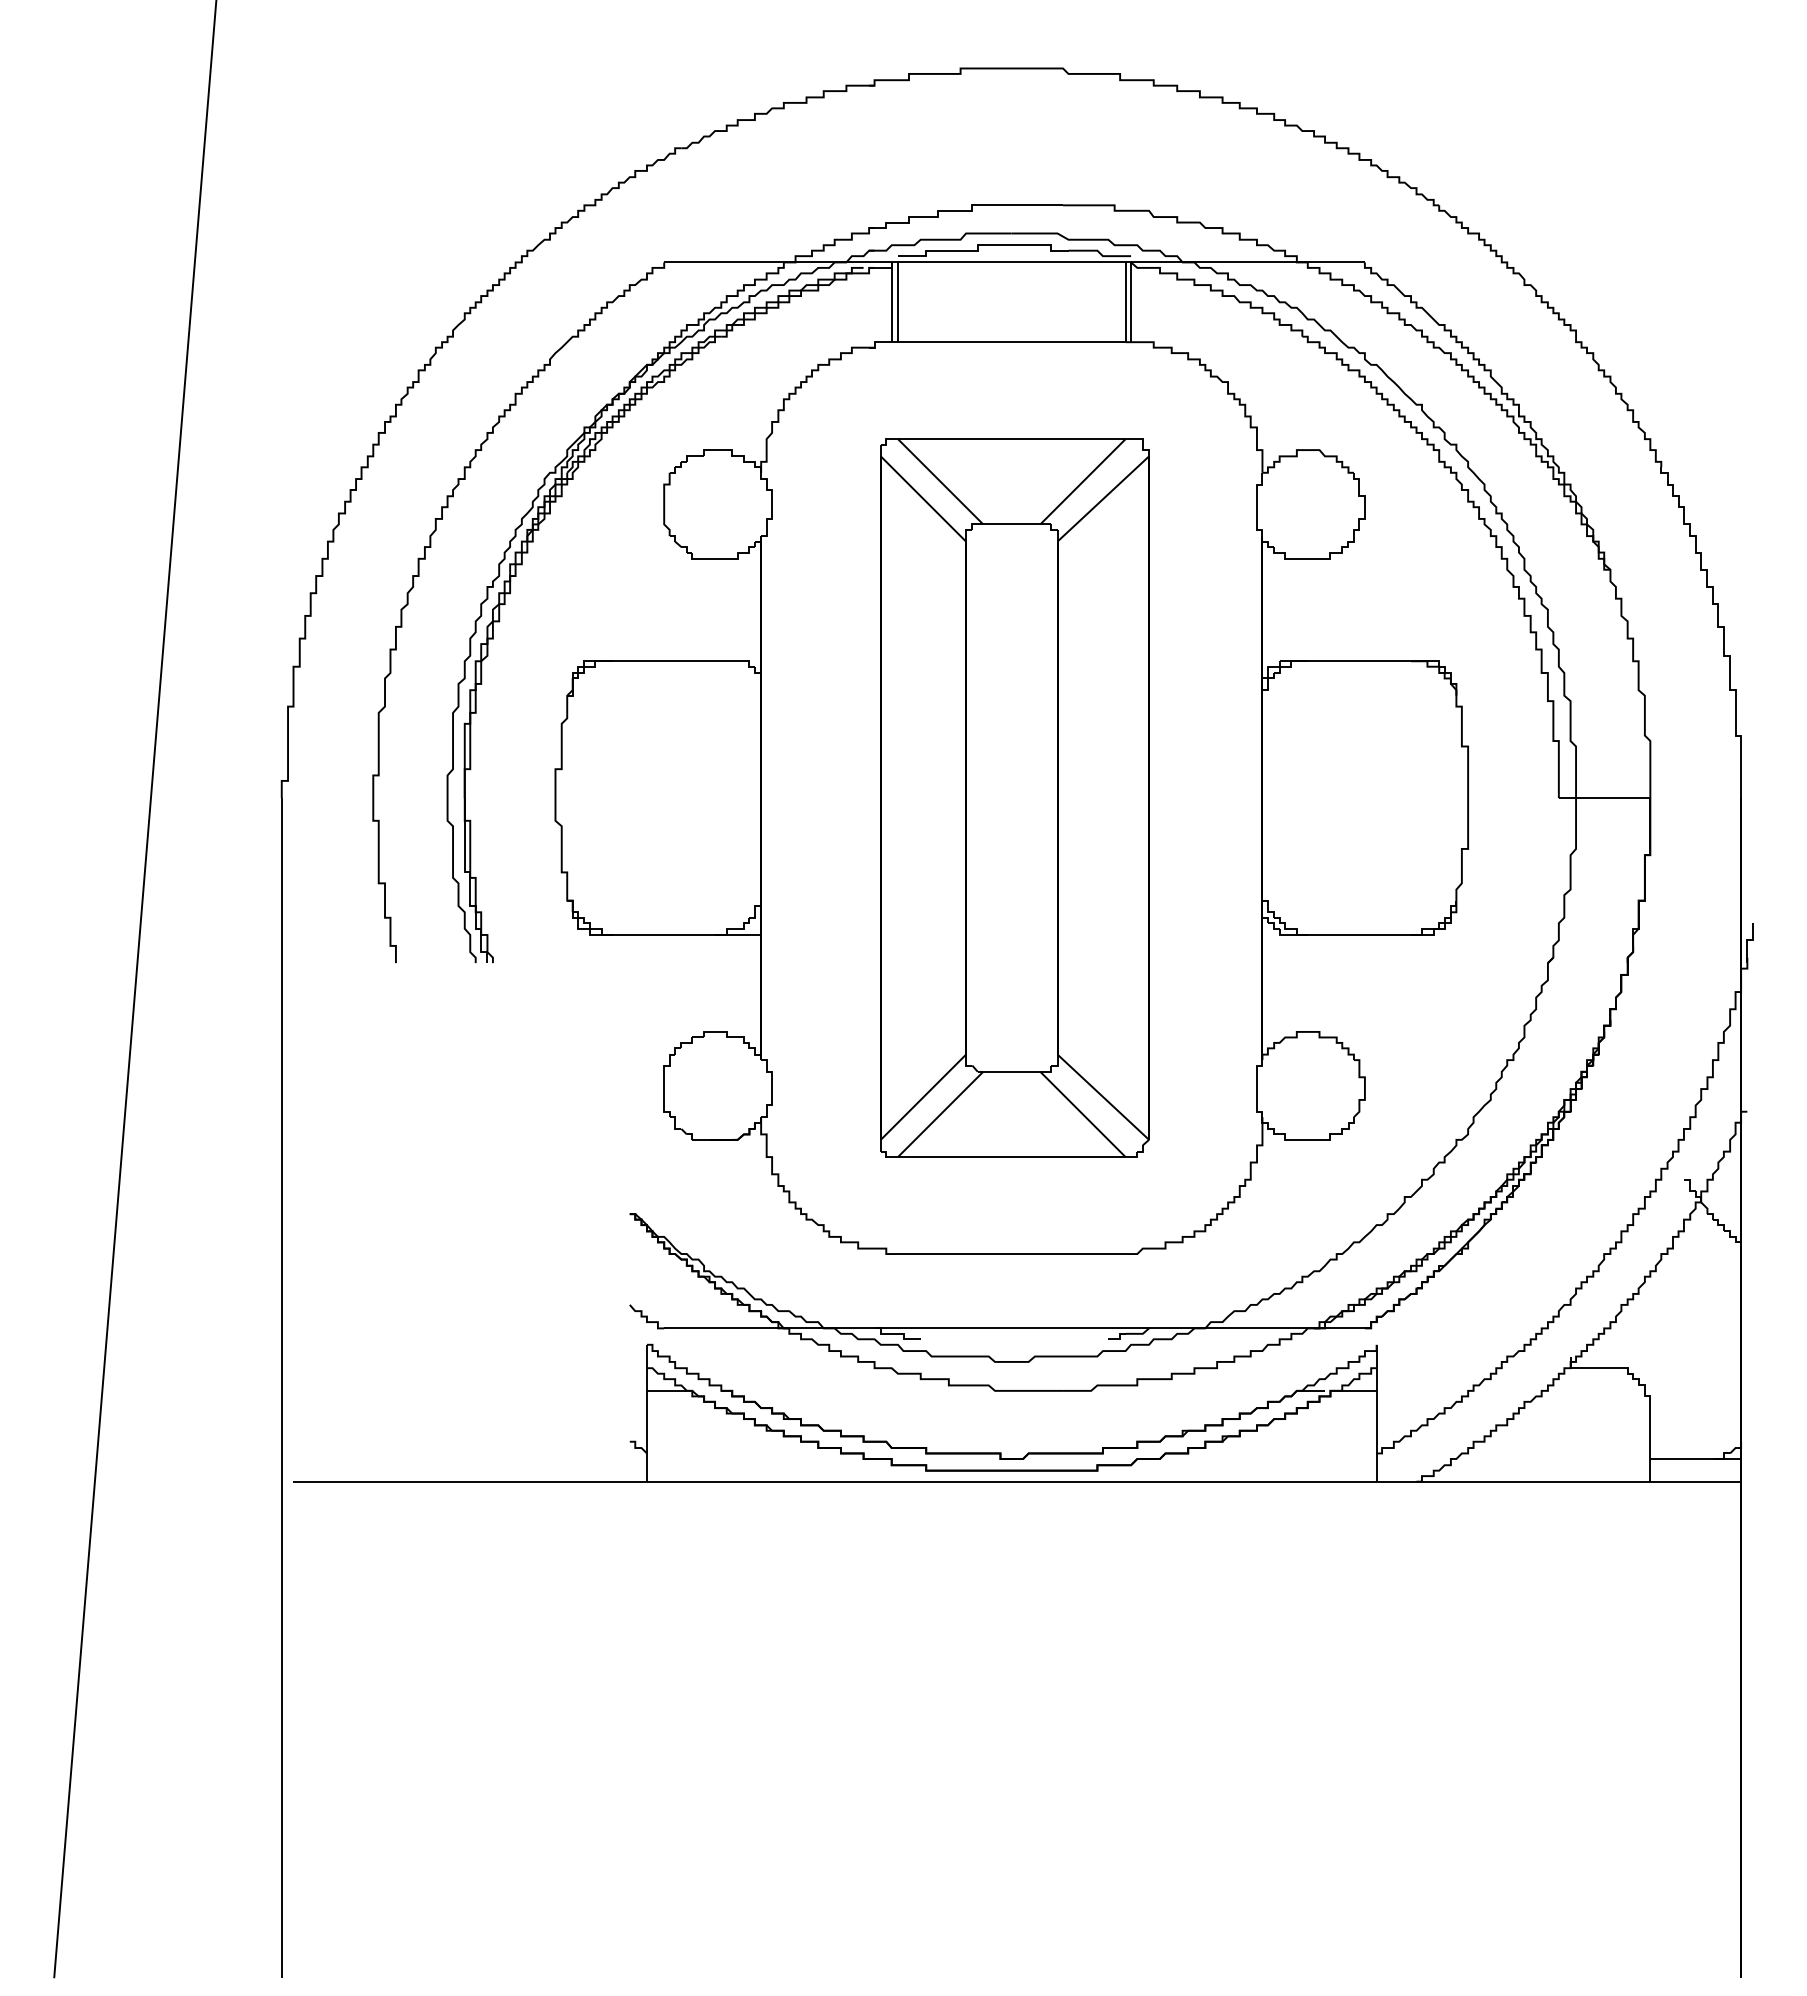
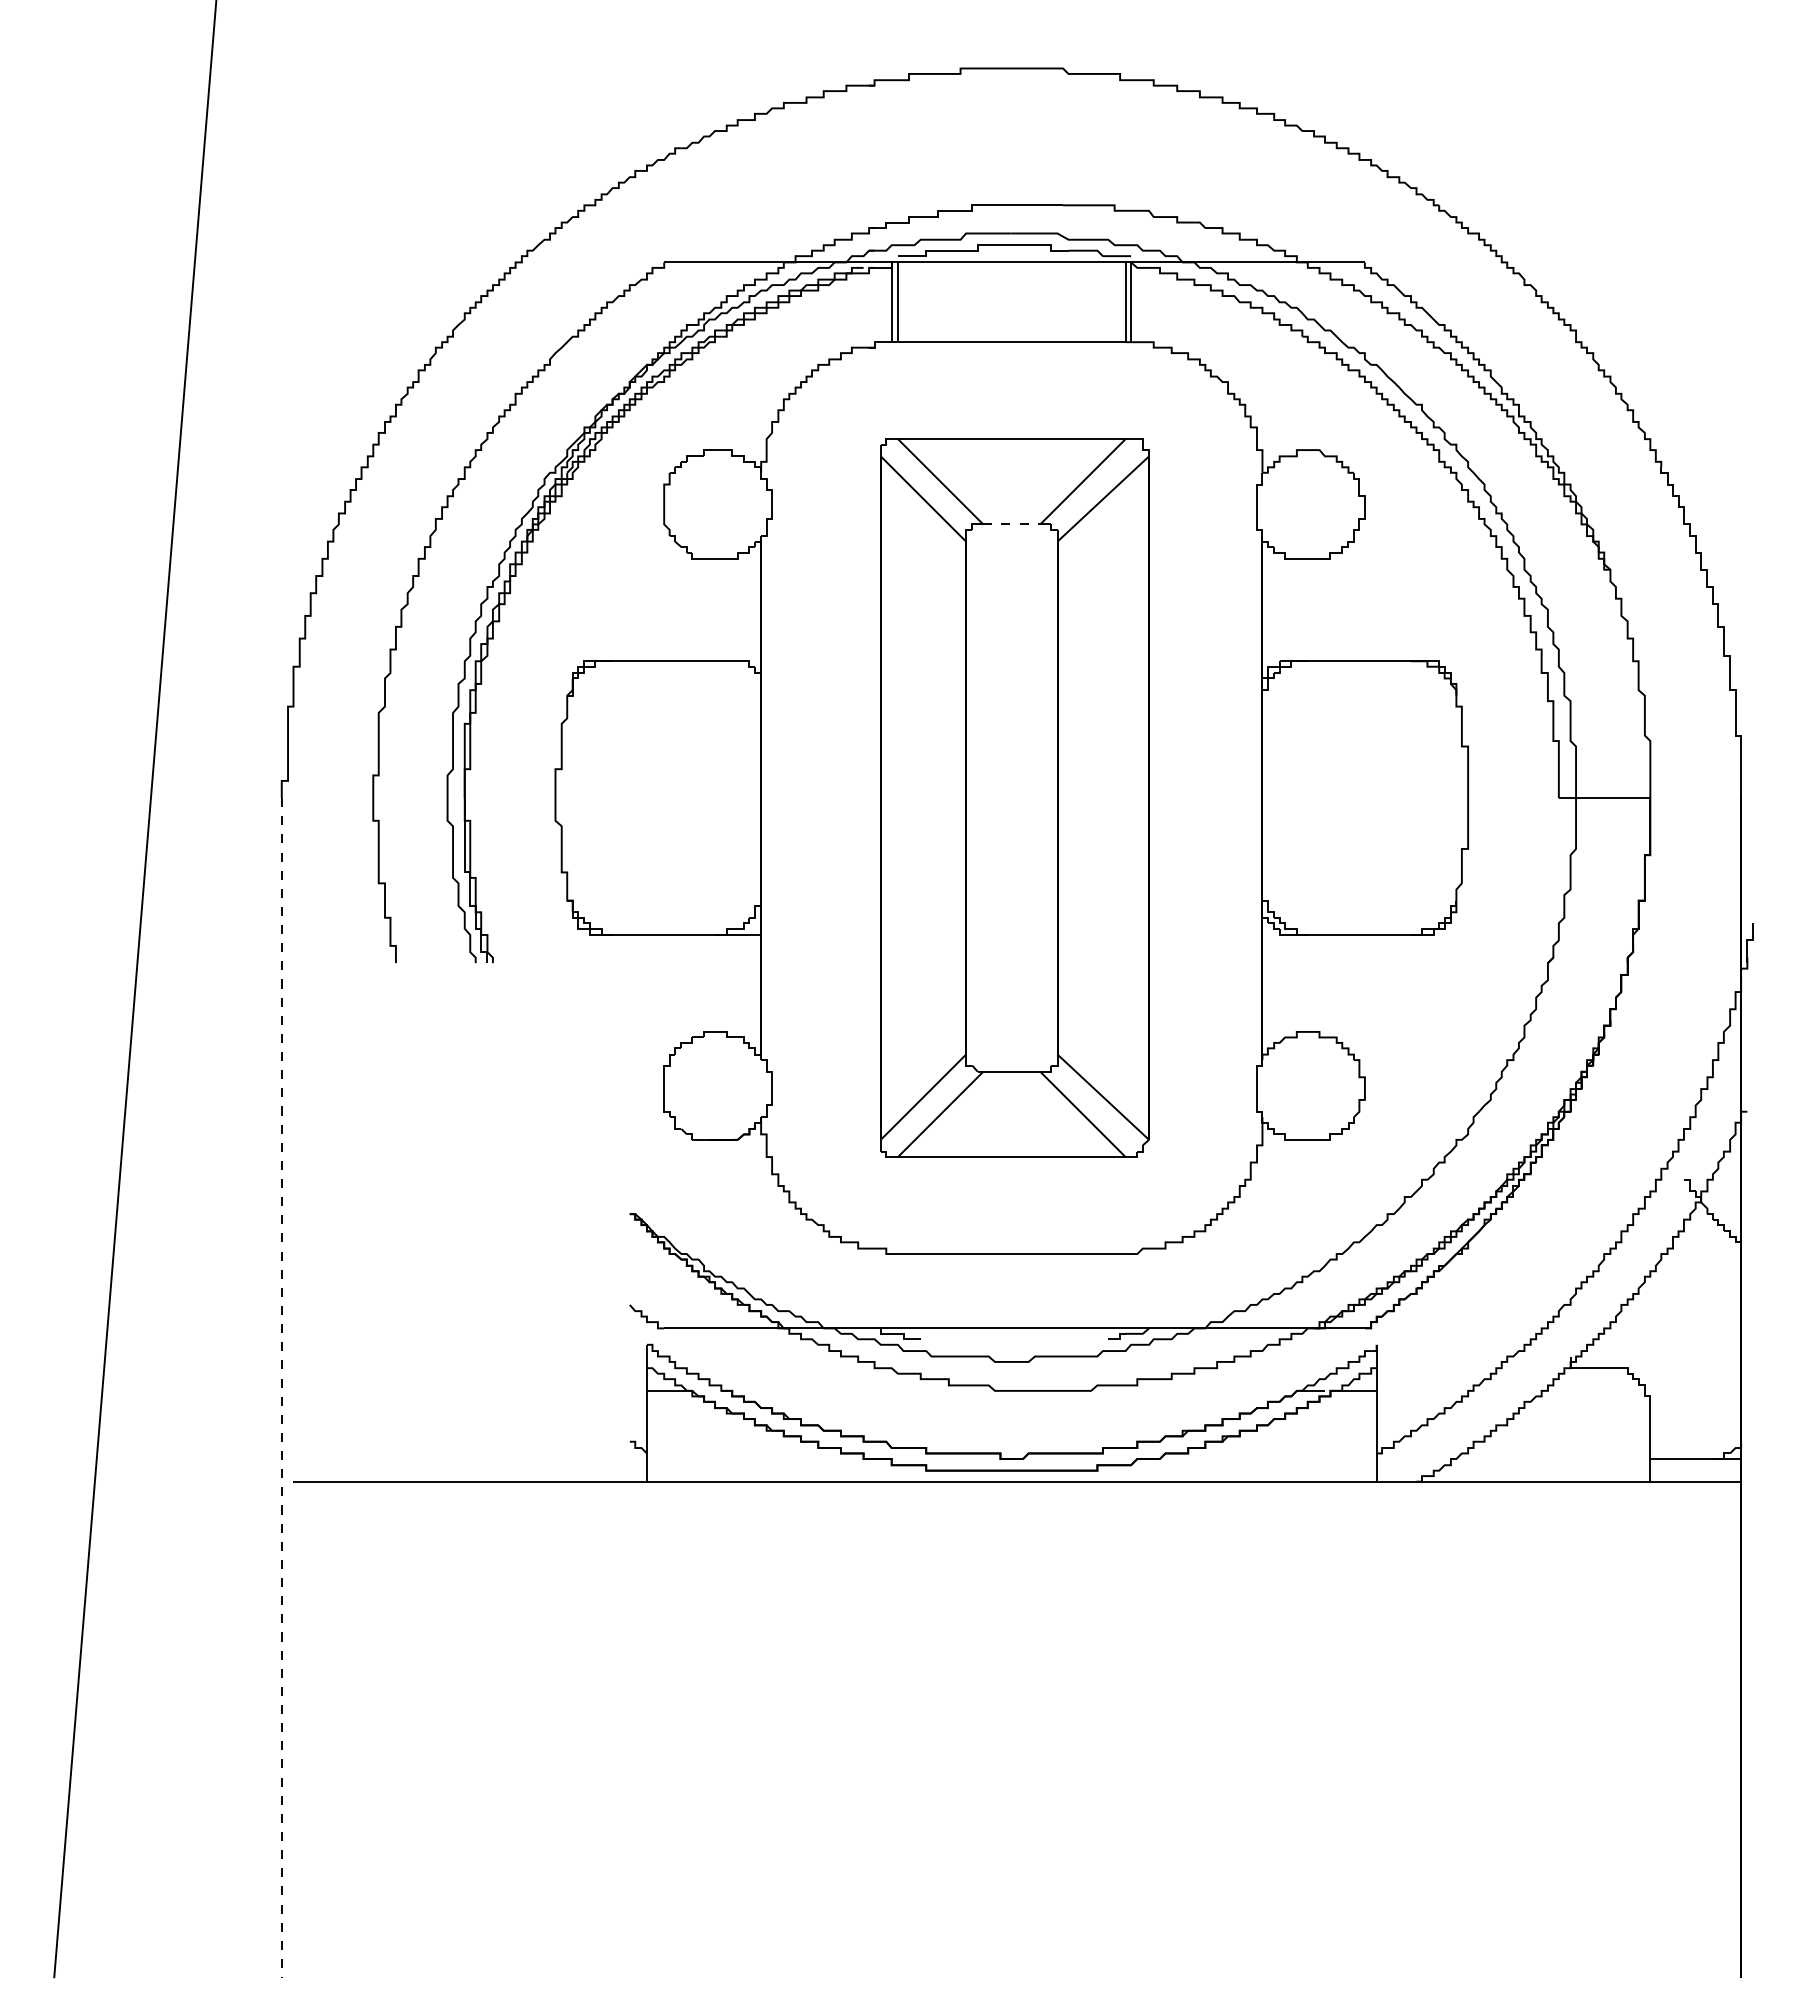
line at (1011, 524): solid -> dashed
line at (281, 1388): solid -> dashed
